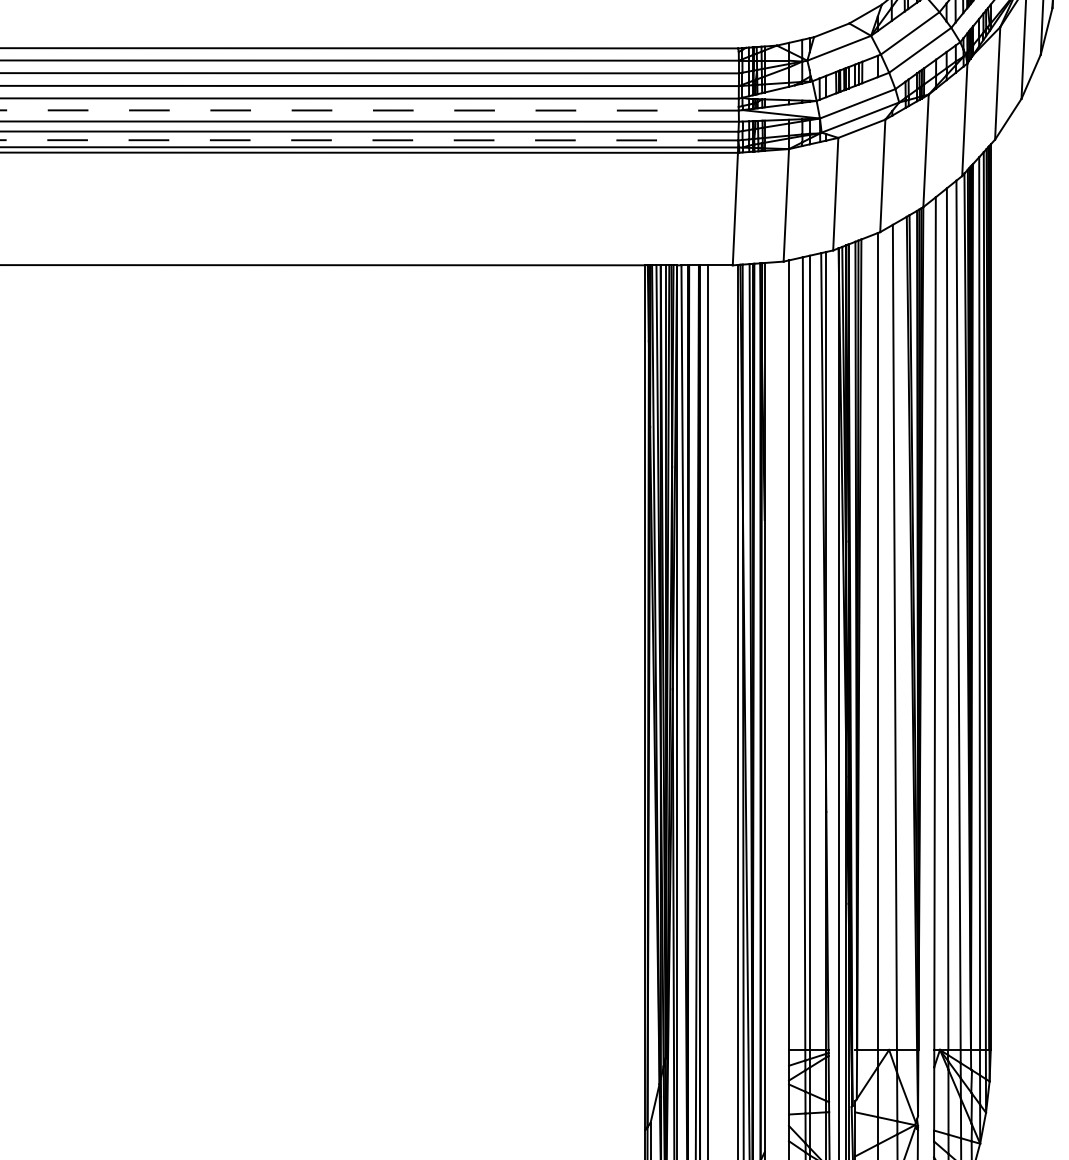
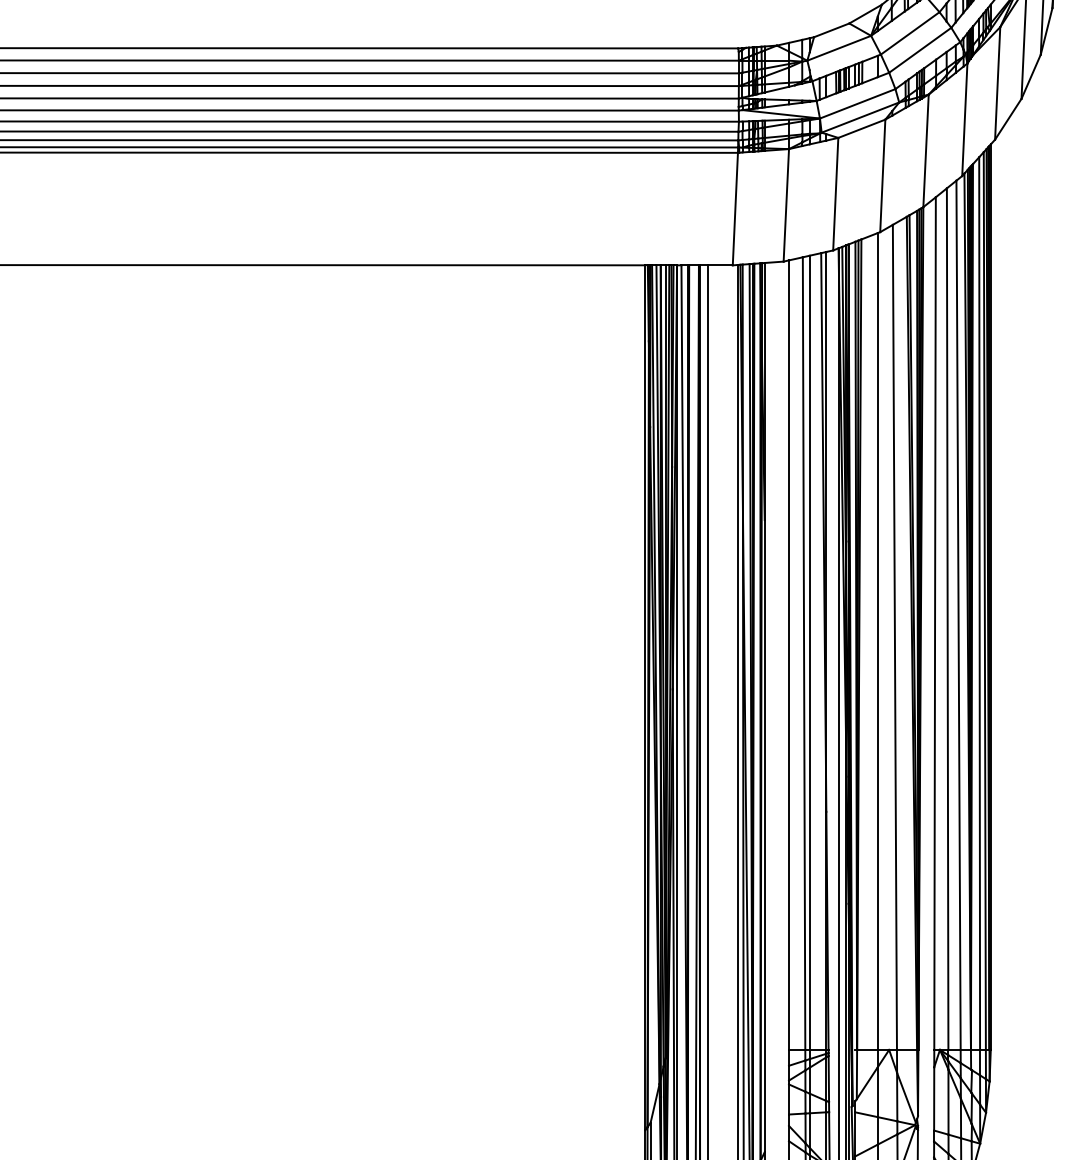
line at (369, 110): dashed -> solid
line at (369, 140): dashed -> solid
